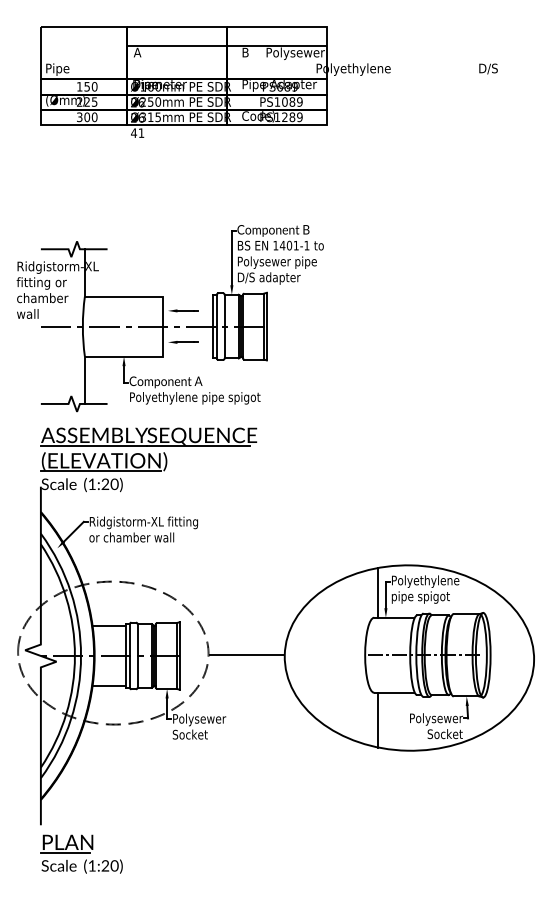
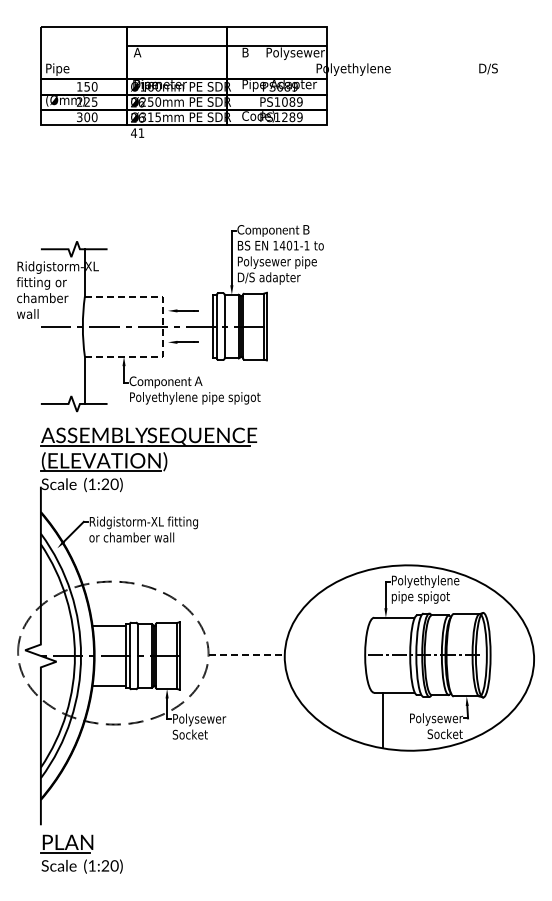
line at (163, 326): solid -> dashed
line at (378, 592): present -> none
line at (247, 655): solid -> dashed
line at (378, 719) position: (378, 719) -> (383, 719)
